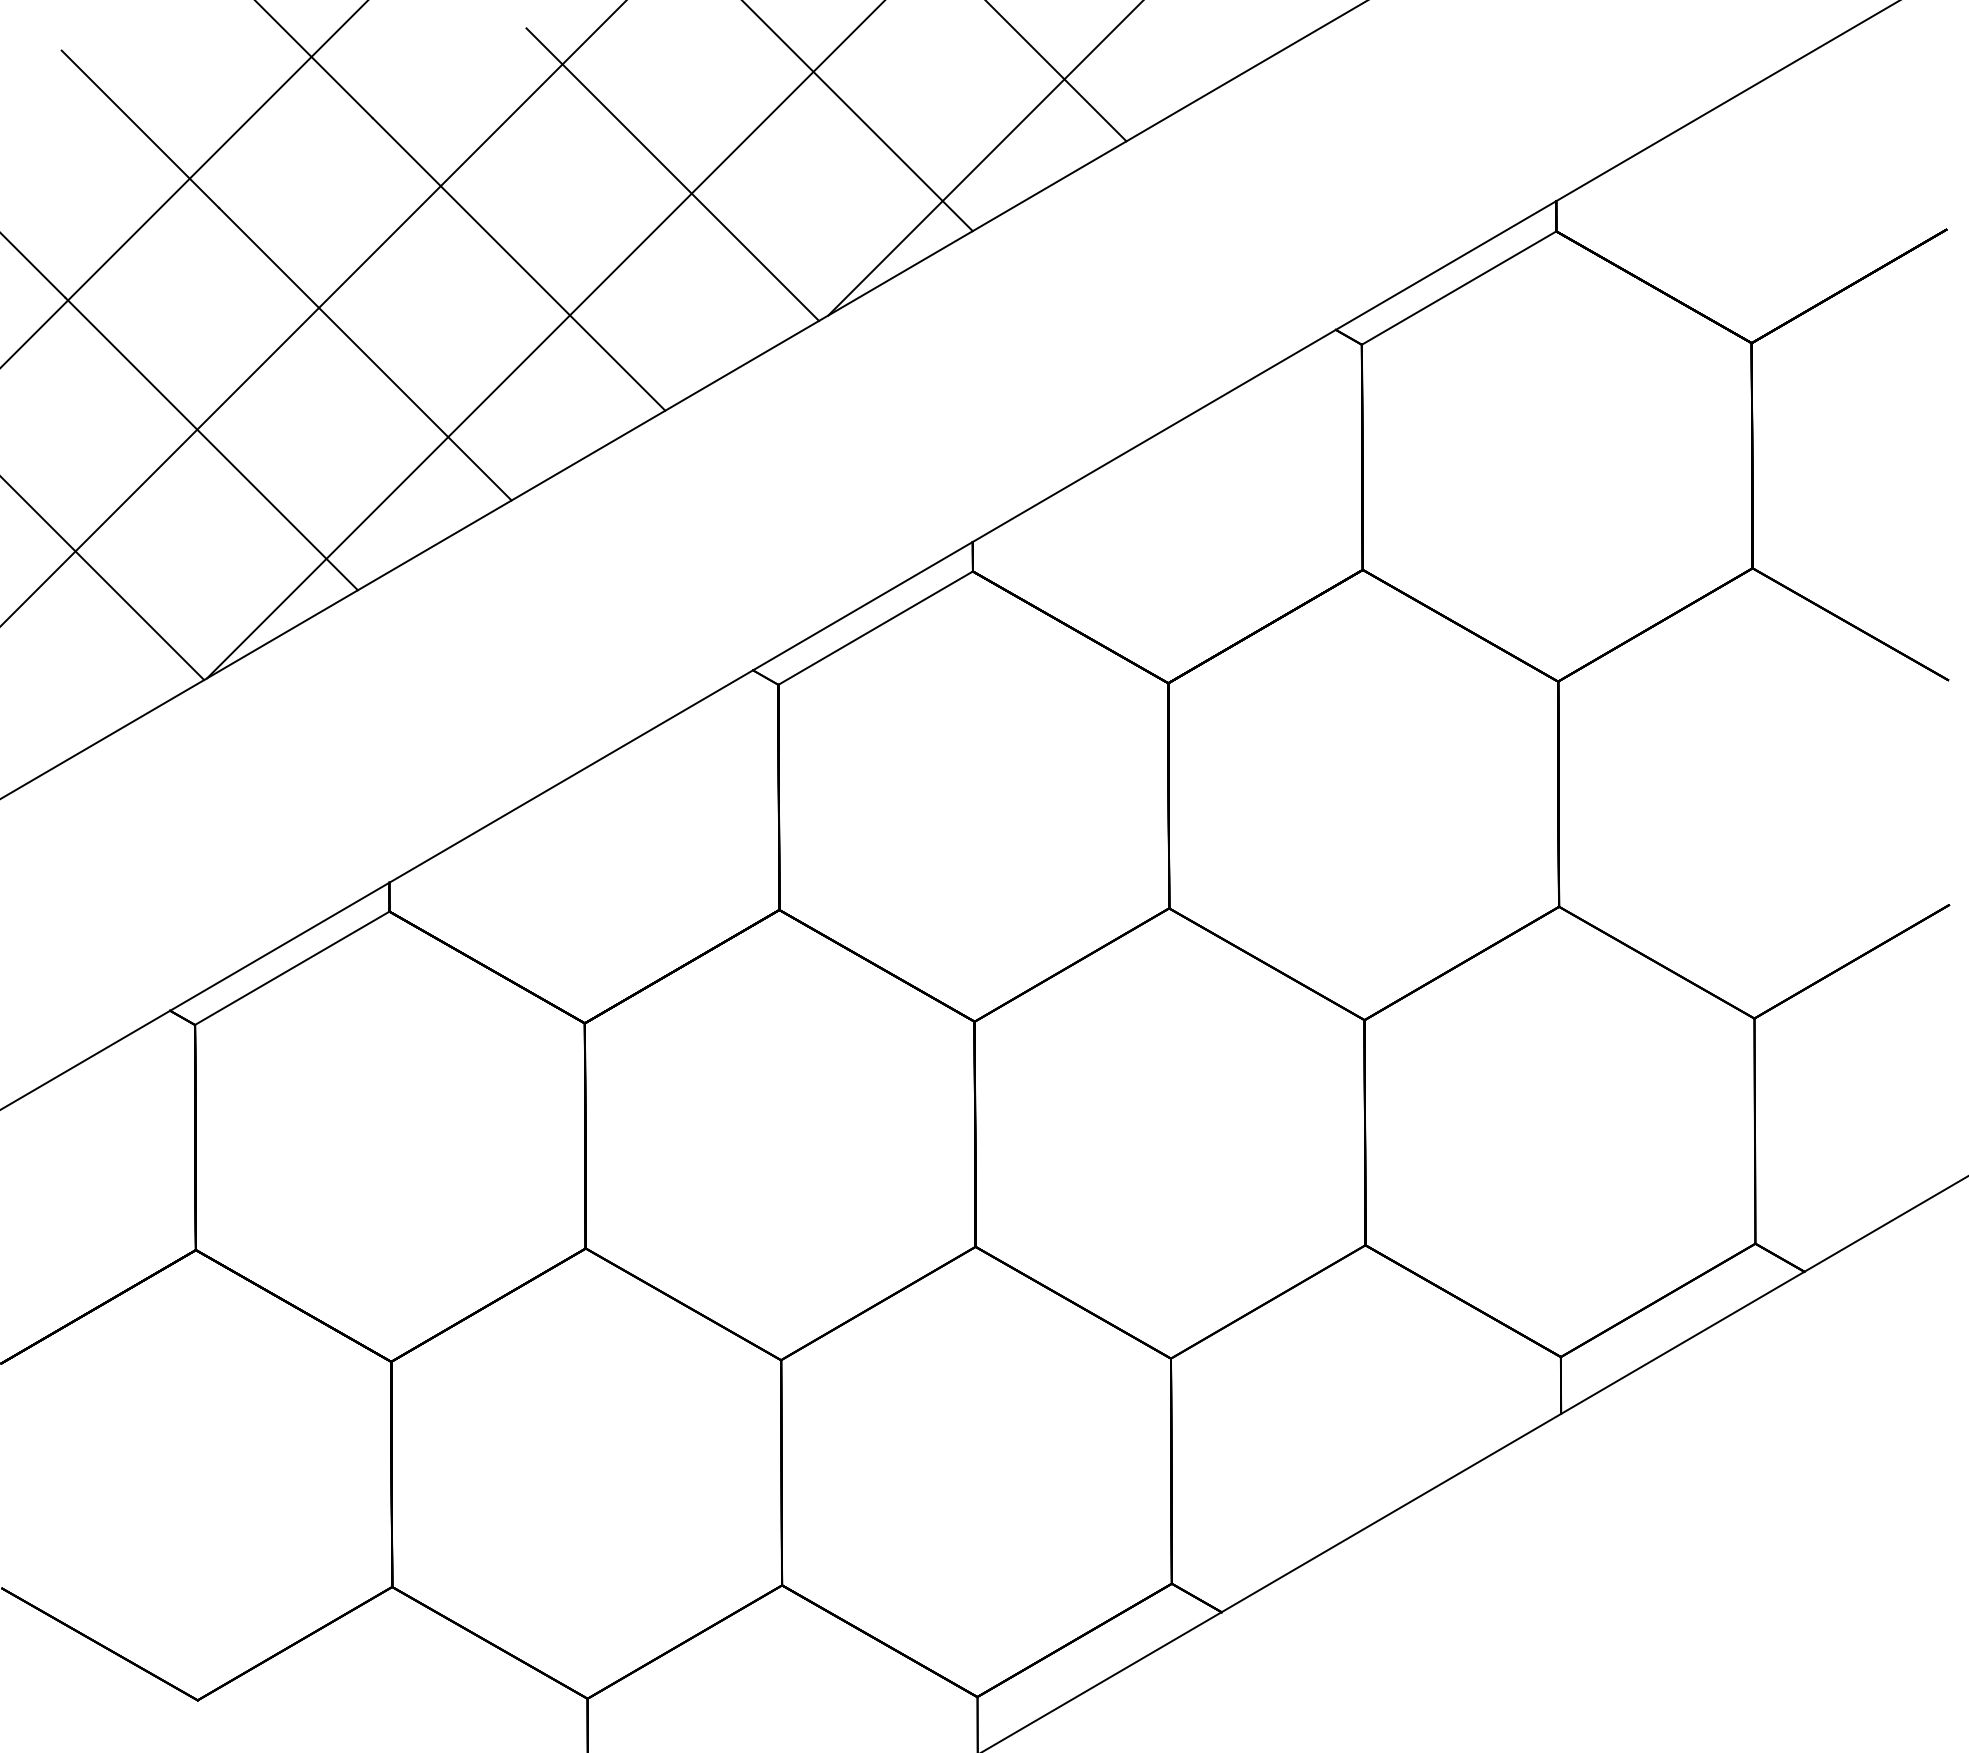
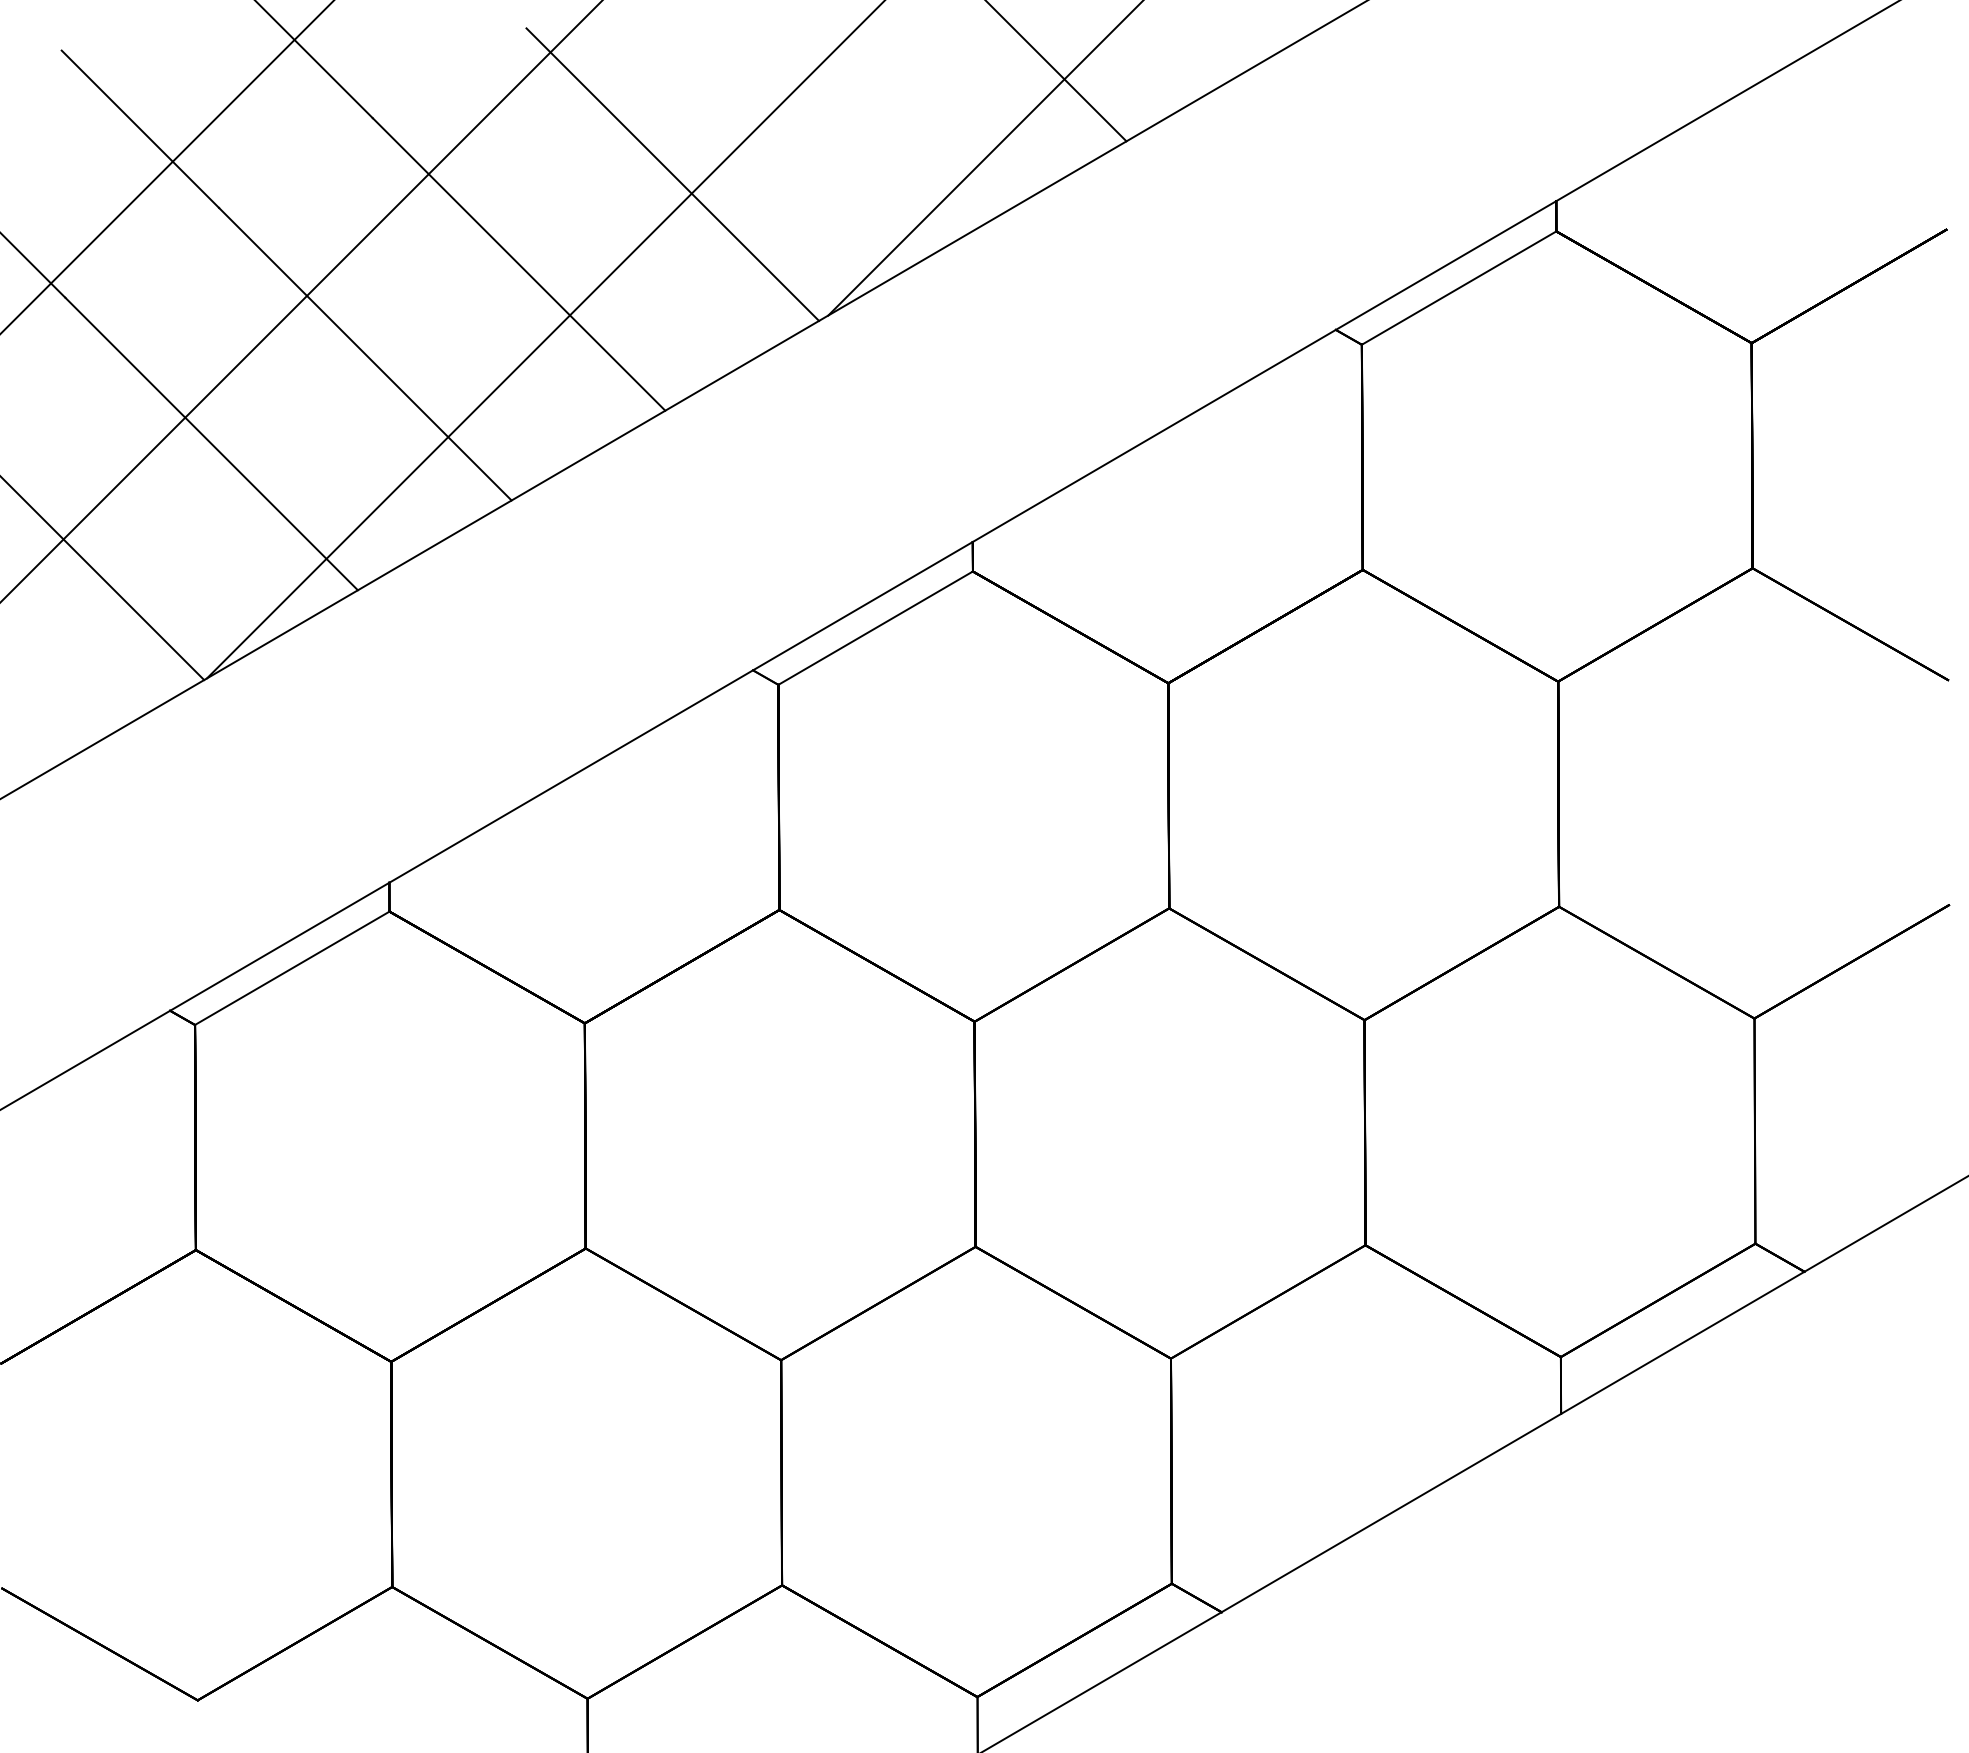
line at (857, 116): present -> none
line at (183, 184) position: (183, 184) -> (166, 167)
line at (313, 313) position: (313, 313) -> (301, 301)
